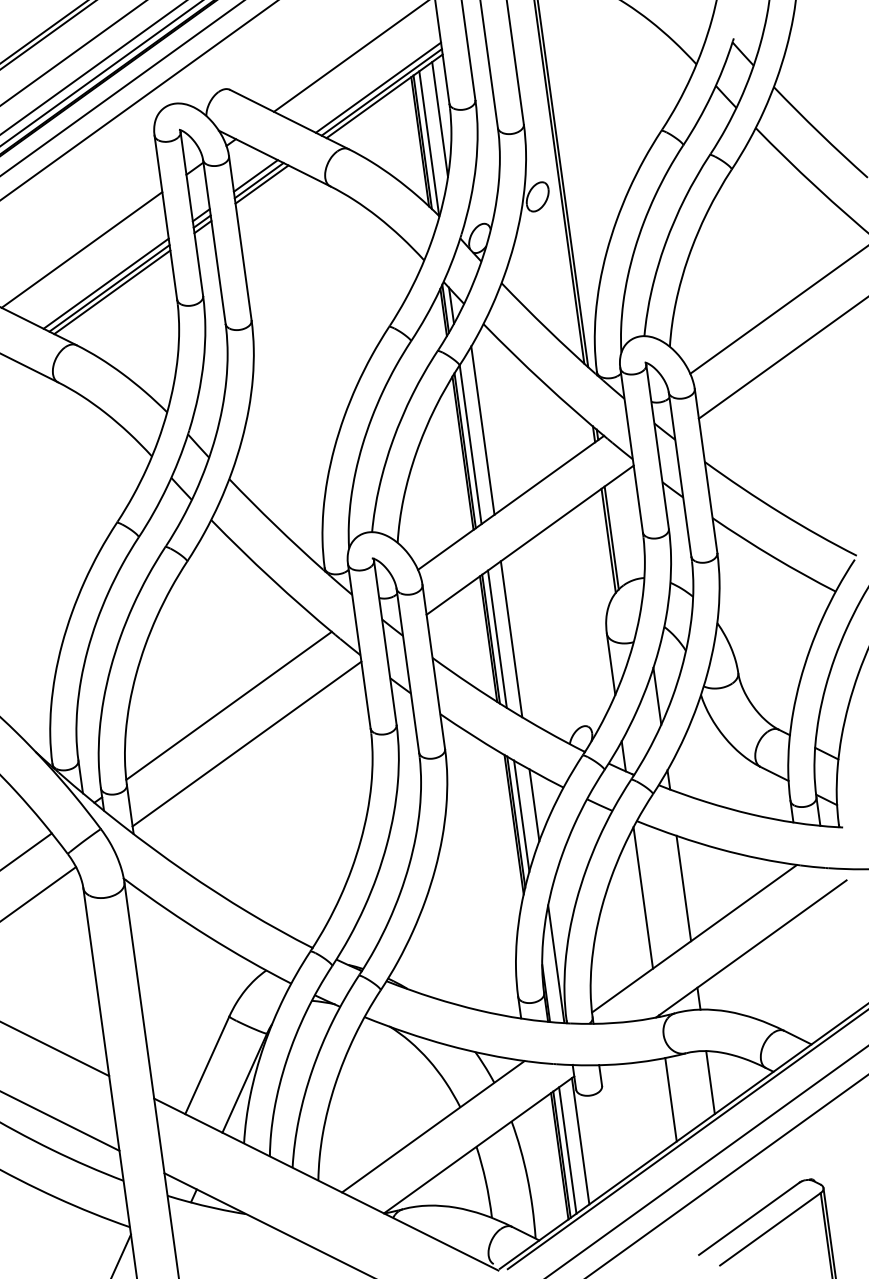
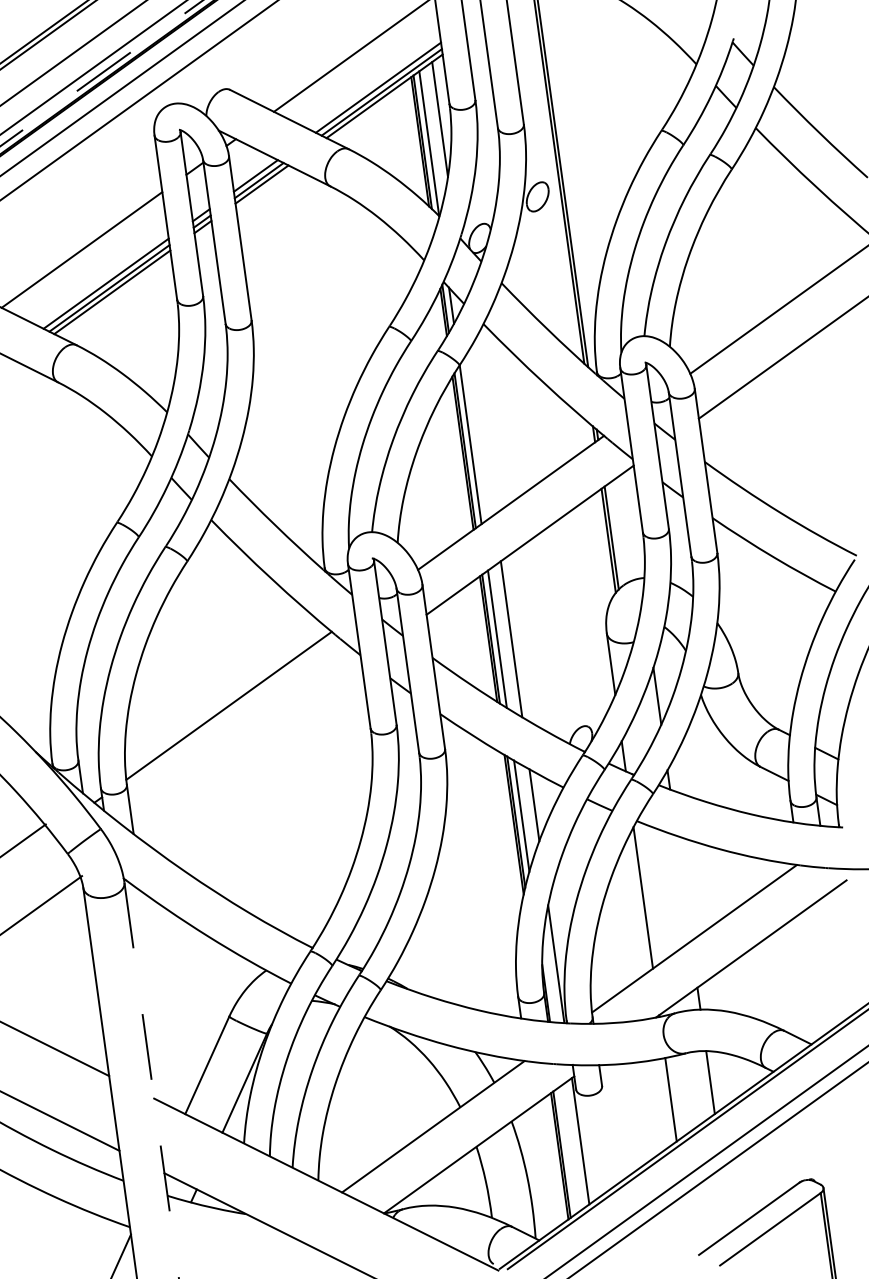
line at (101, 73): solid -> dashed
line at (482, 430): present -> none
line at (246, 743): present -> none
line at (26, 851) position: (26, 851) -> (23, 839)
line at (683, 888): present -> none
line at (39, 893) position: (39, 893) -> (42, 904)
line at (151, 1080): solid -> dashed
line at (567, 1150): present -> none
line at (727, 1175) position: (727, 1175) -> (718, 1169)
